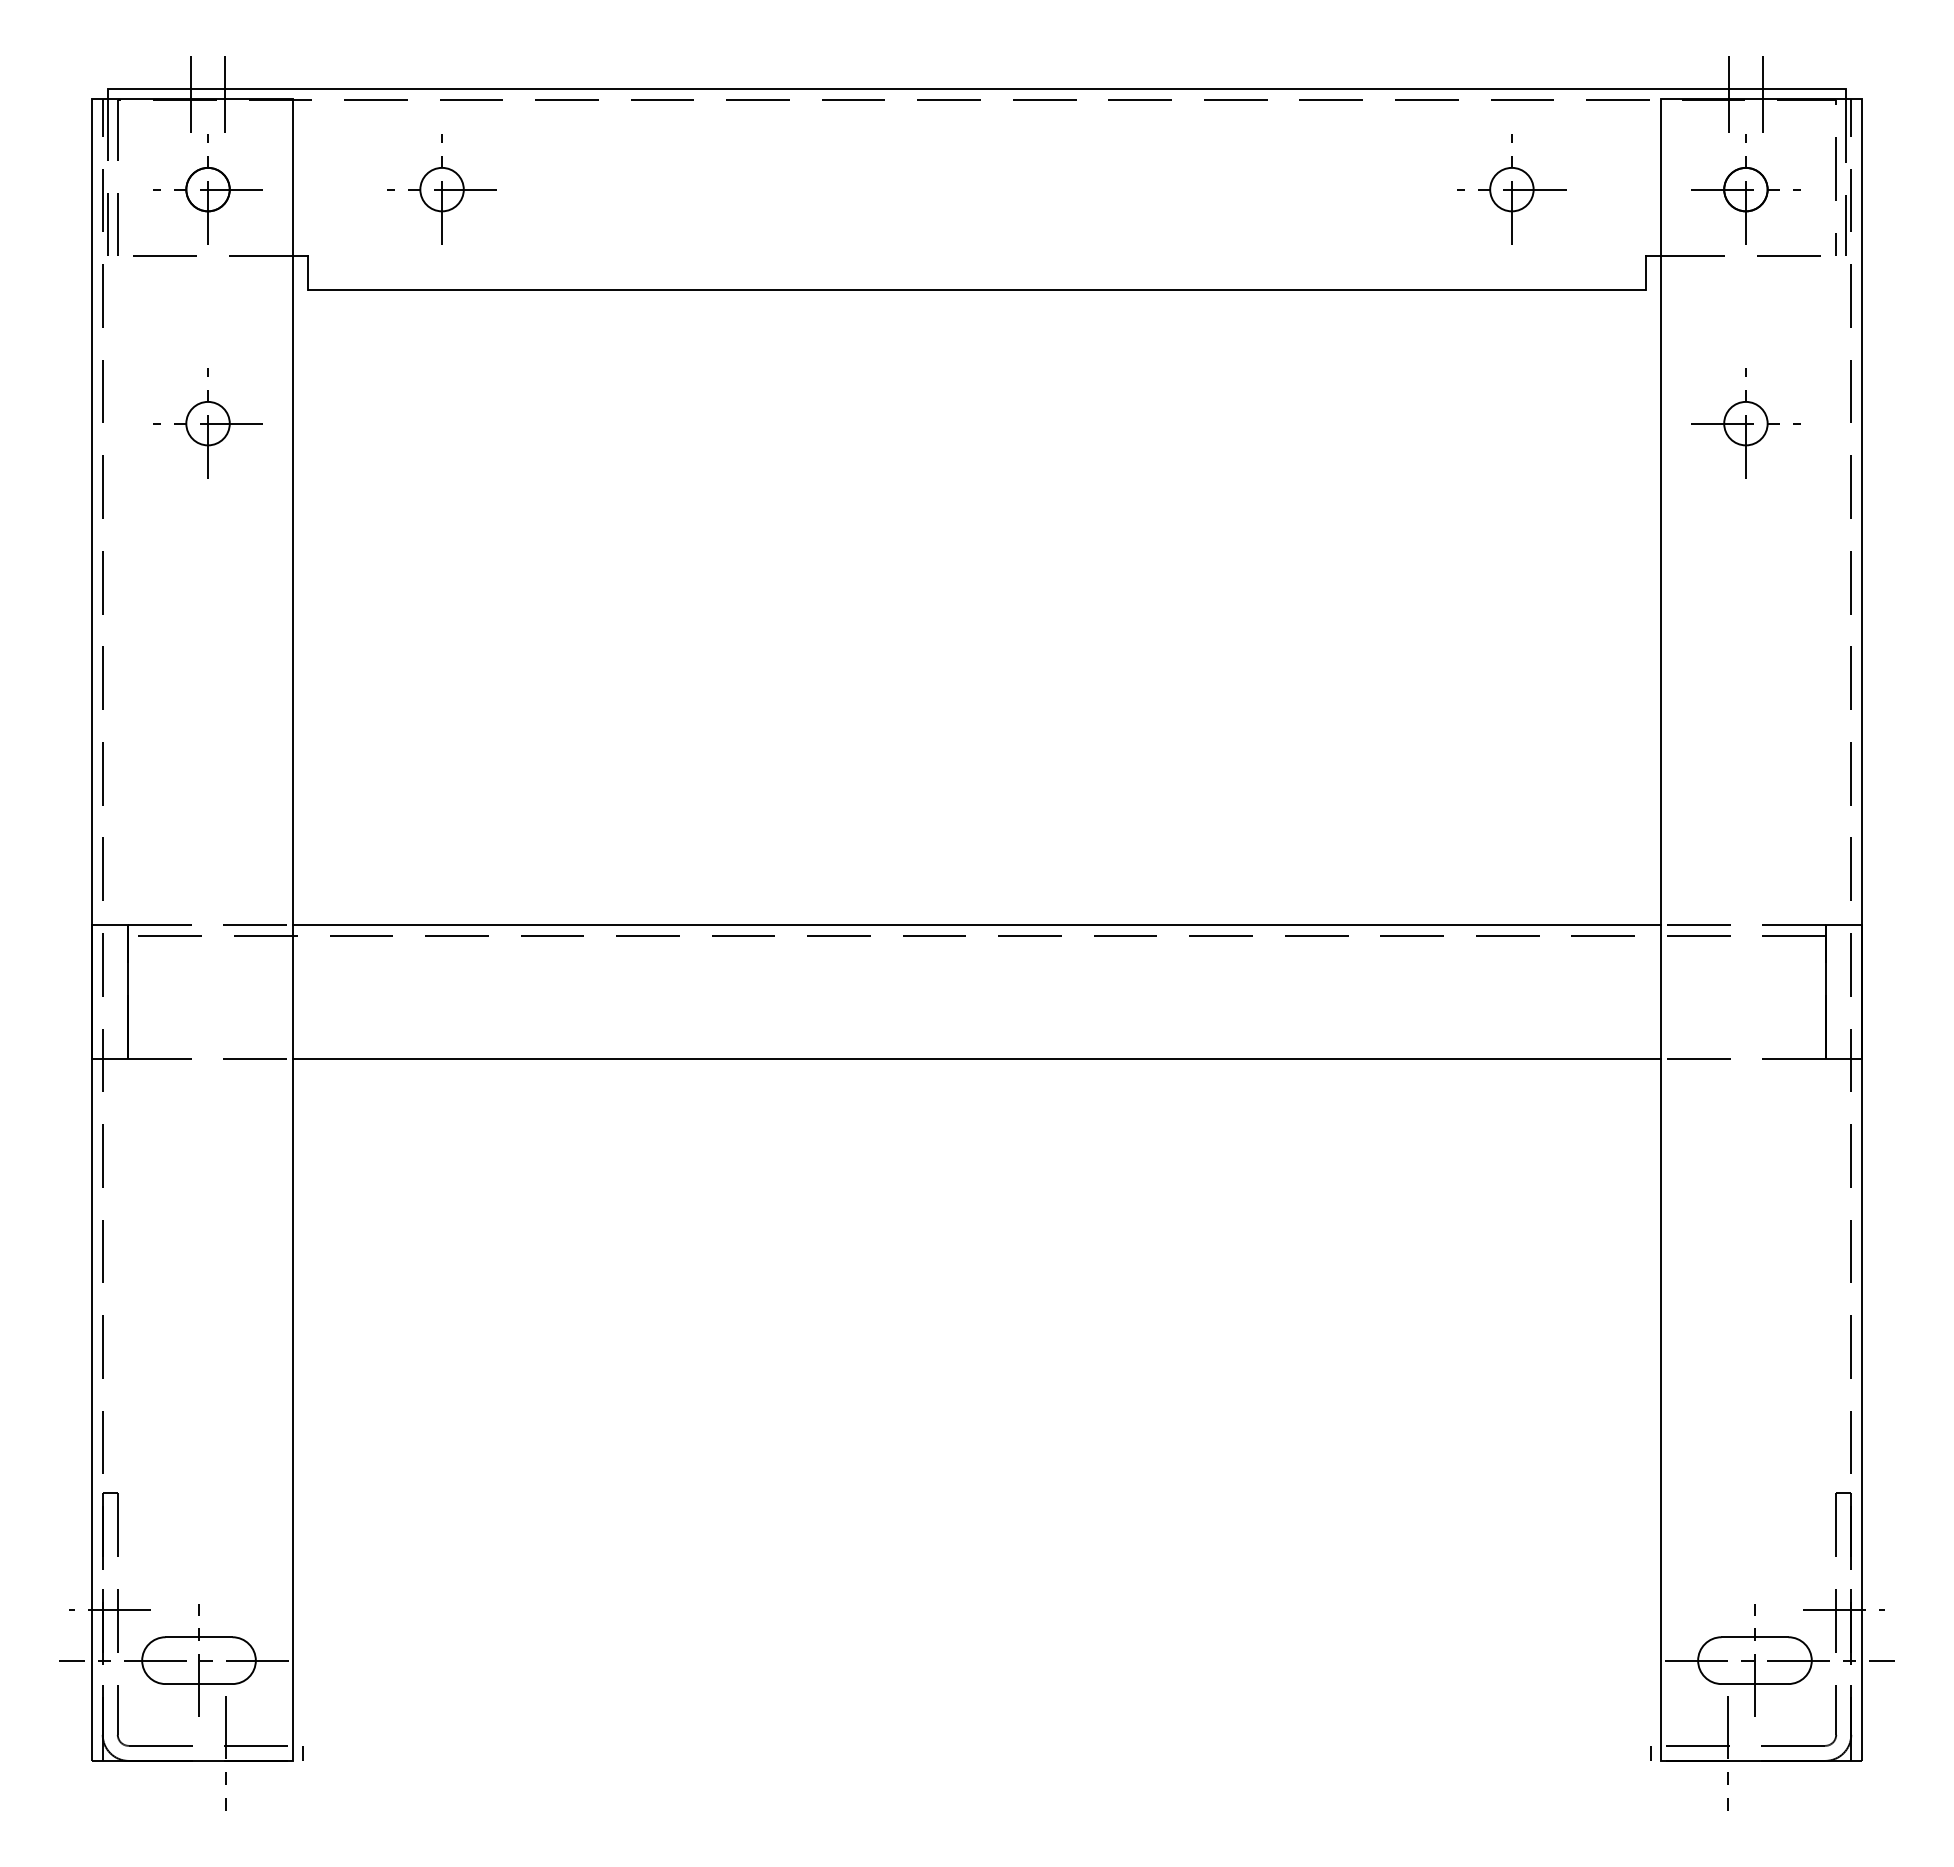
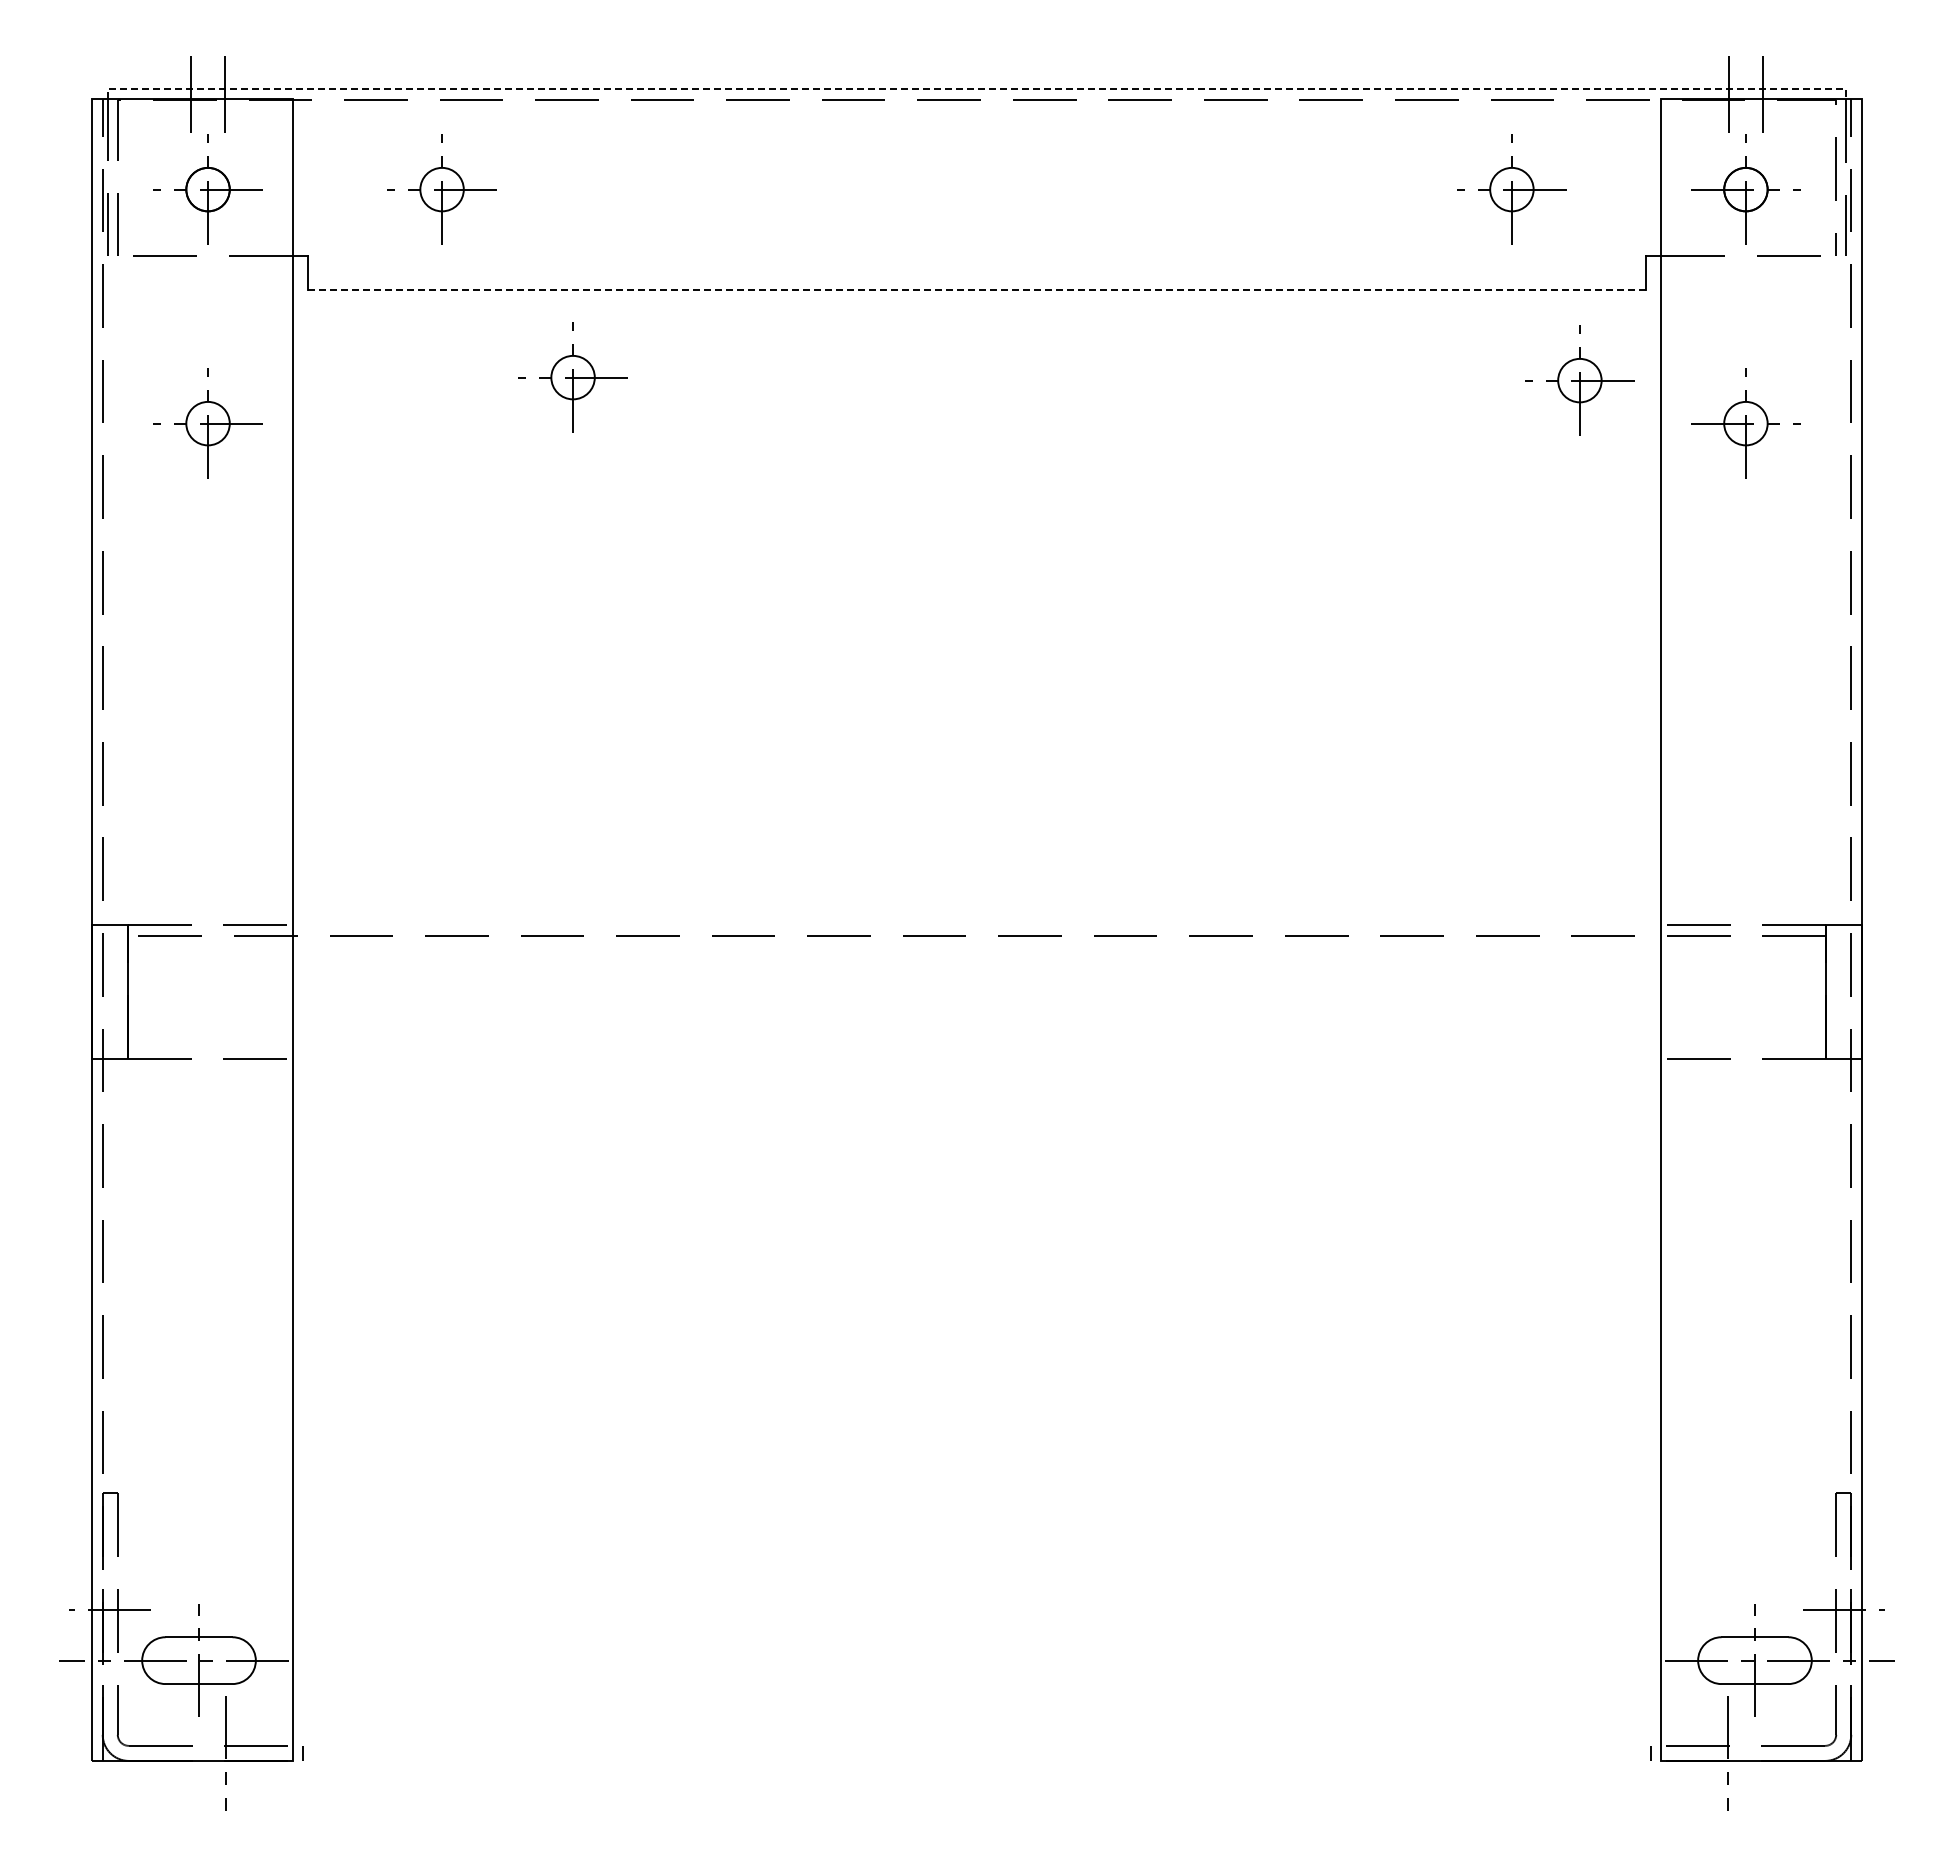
line at (977, 89): solid -> dashed
line at (976, 289): solid -> dashed
part at (572, 377): none -> present
part at (1579, 380): none -> present
line at (976, 925): present -> none
line at (976, 1058): present -> none
